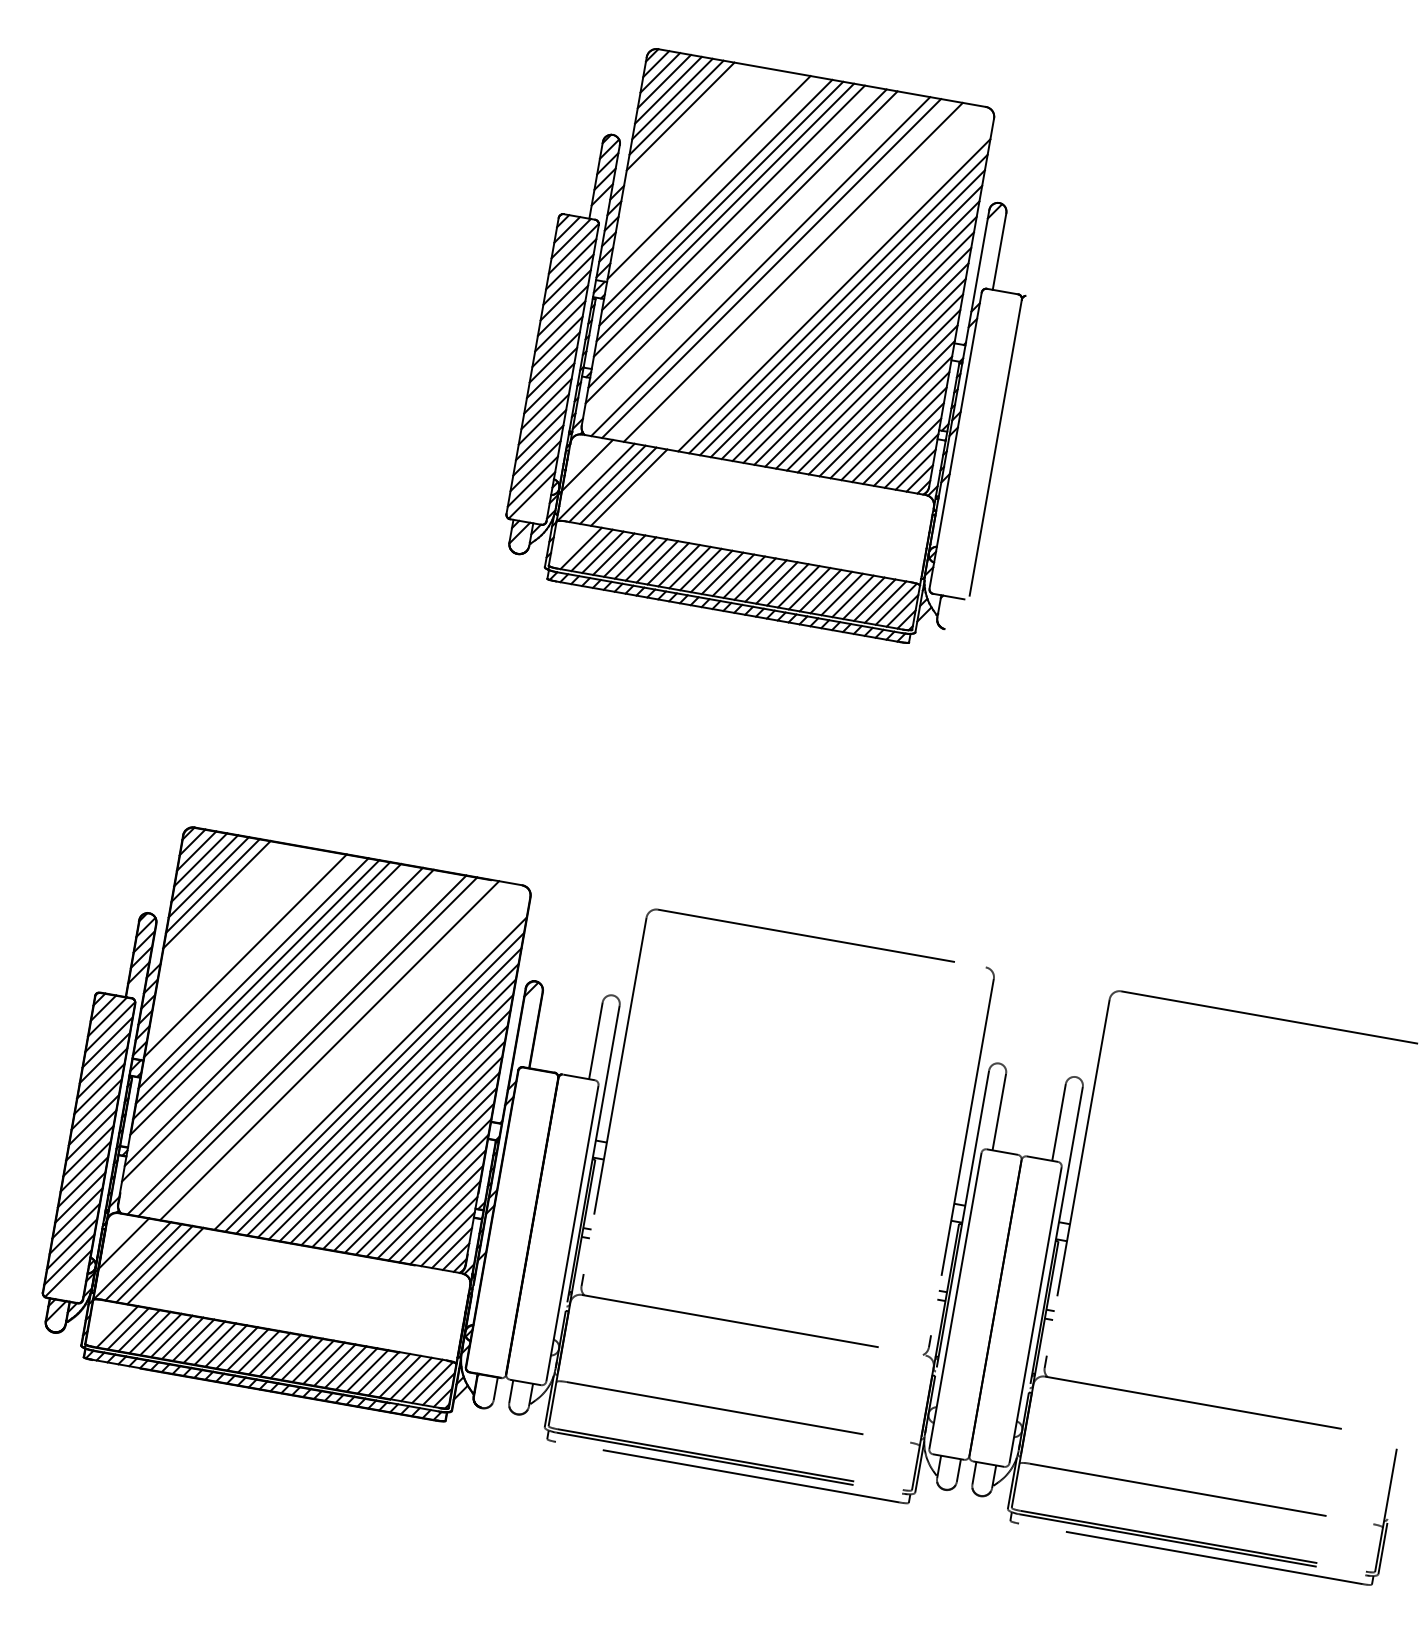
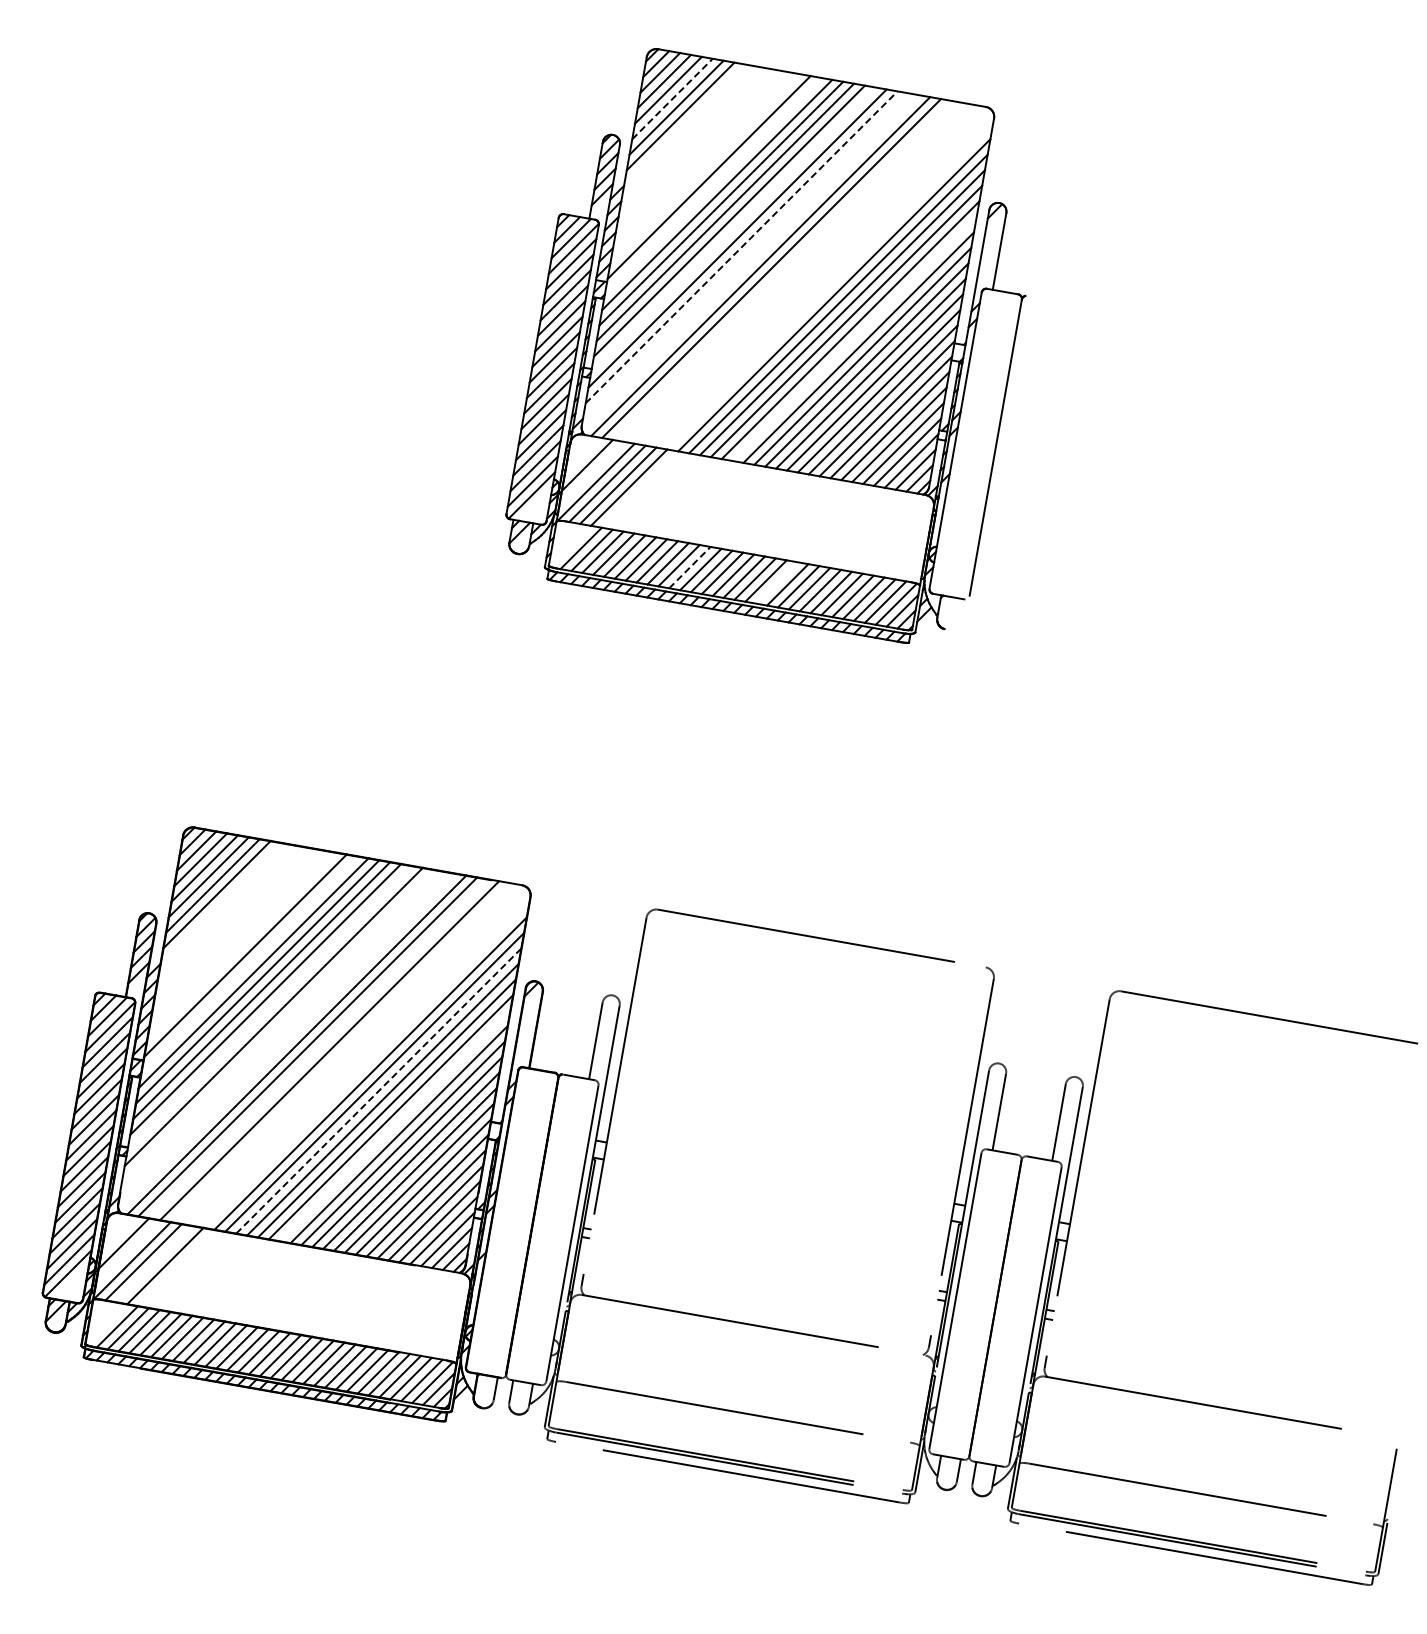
line at (672, 99): solid -> dashed
line at (741, 247): solid -> dashed
line at (792, 271): present -> none
line at (854, 338): present -> none
line at (690, 567): solid -> dashed
line at (776, 582): present -> none
line at (277, 1025): present -> none
line at (379, 1090): solid -> dashed
line at (394, 1125): present -> none
line at (154, 1263): present -> none
